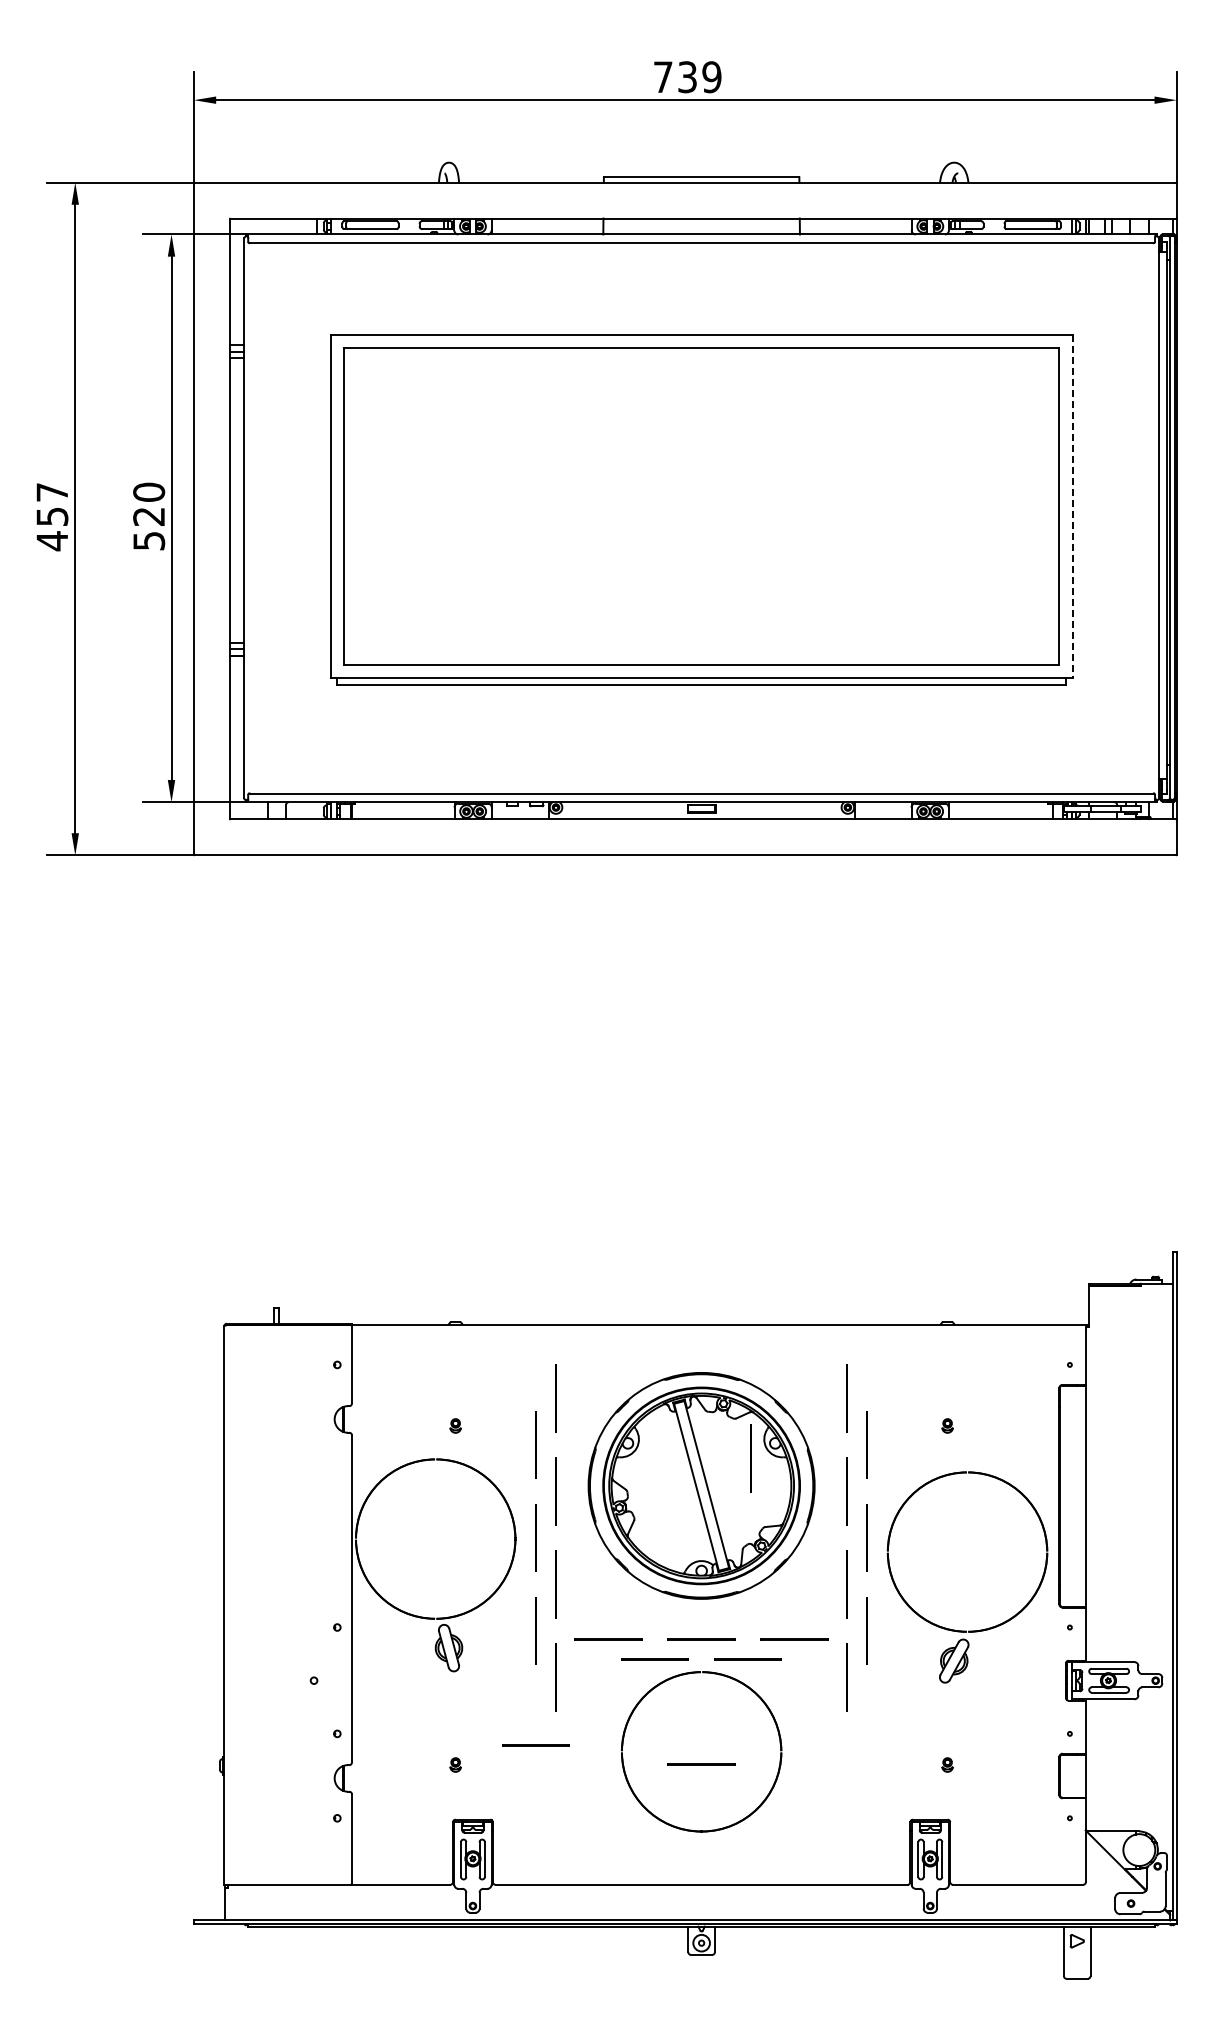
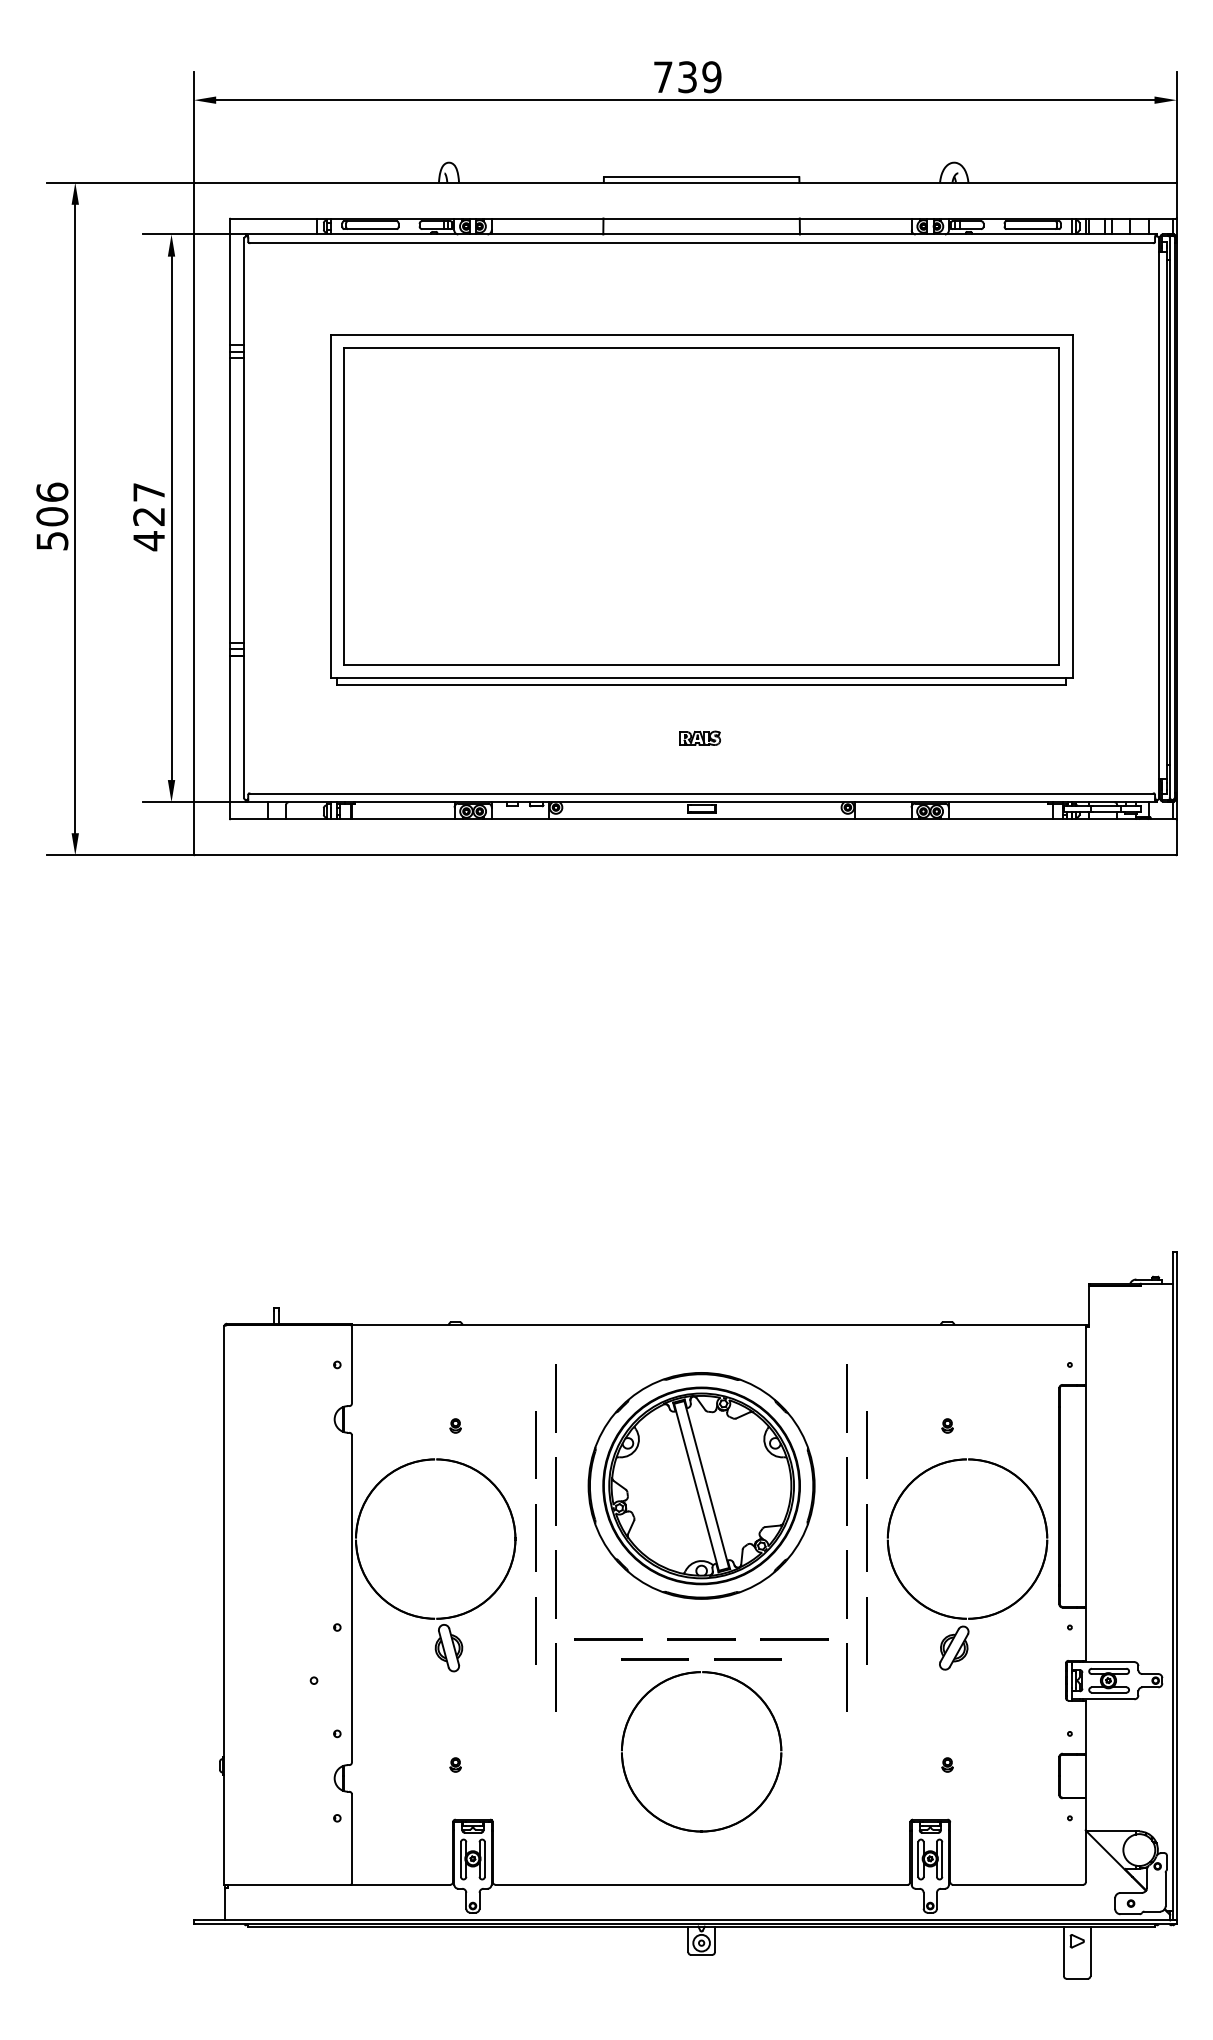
line at (1072, 506): dashed -> solid
text at (52, 516): 457 -> 506
text at (149, 516): 520 -> 427
part at (700, 737): none -> present
line at (750, 1458): present -> none
part at (966, 1630) position: (966, 1630) -> (966, 1617)
line at (535, 1745): present -> none
line at (701, 1764): present -> none
